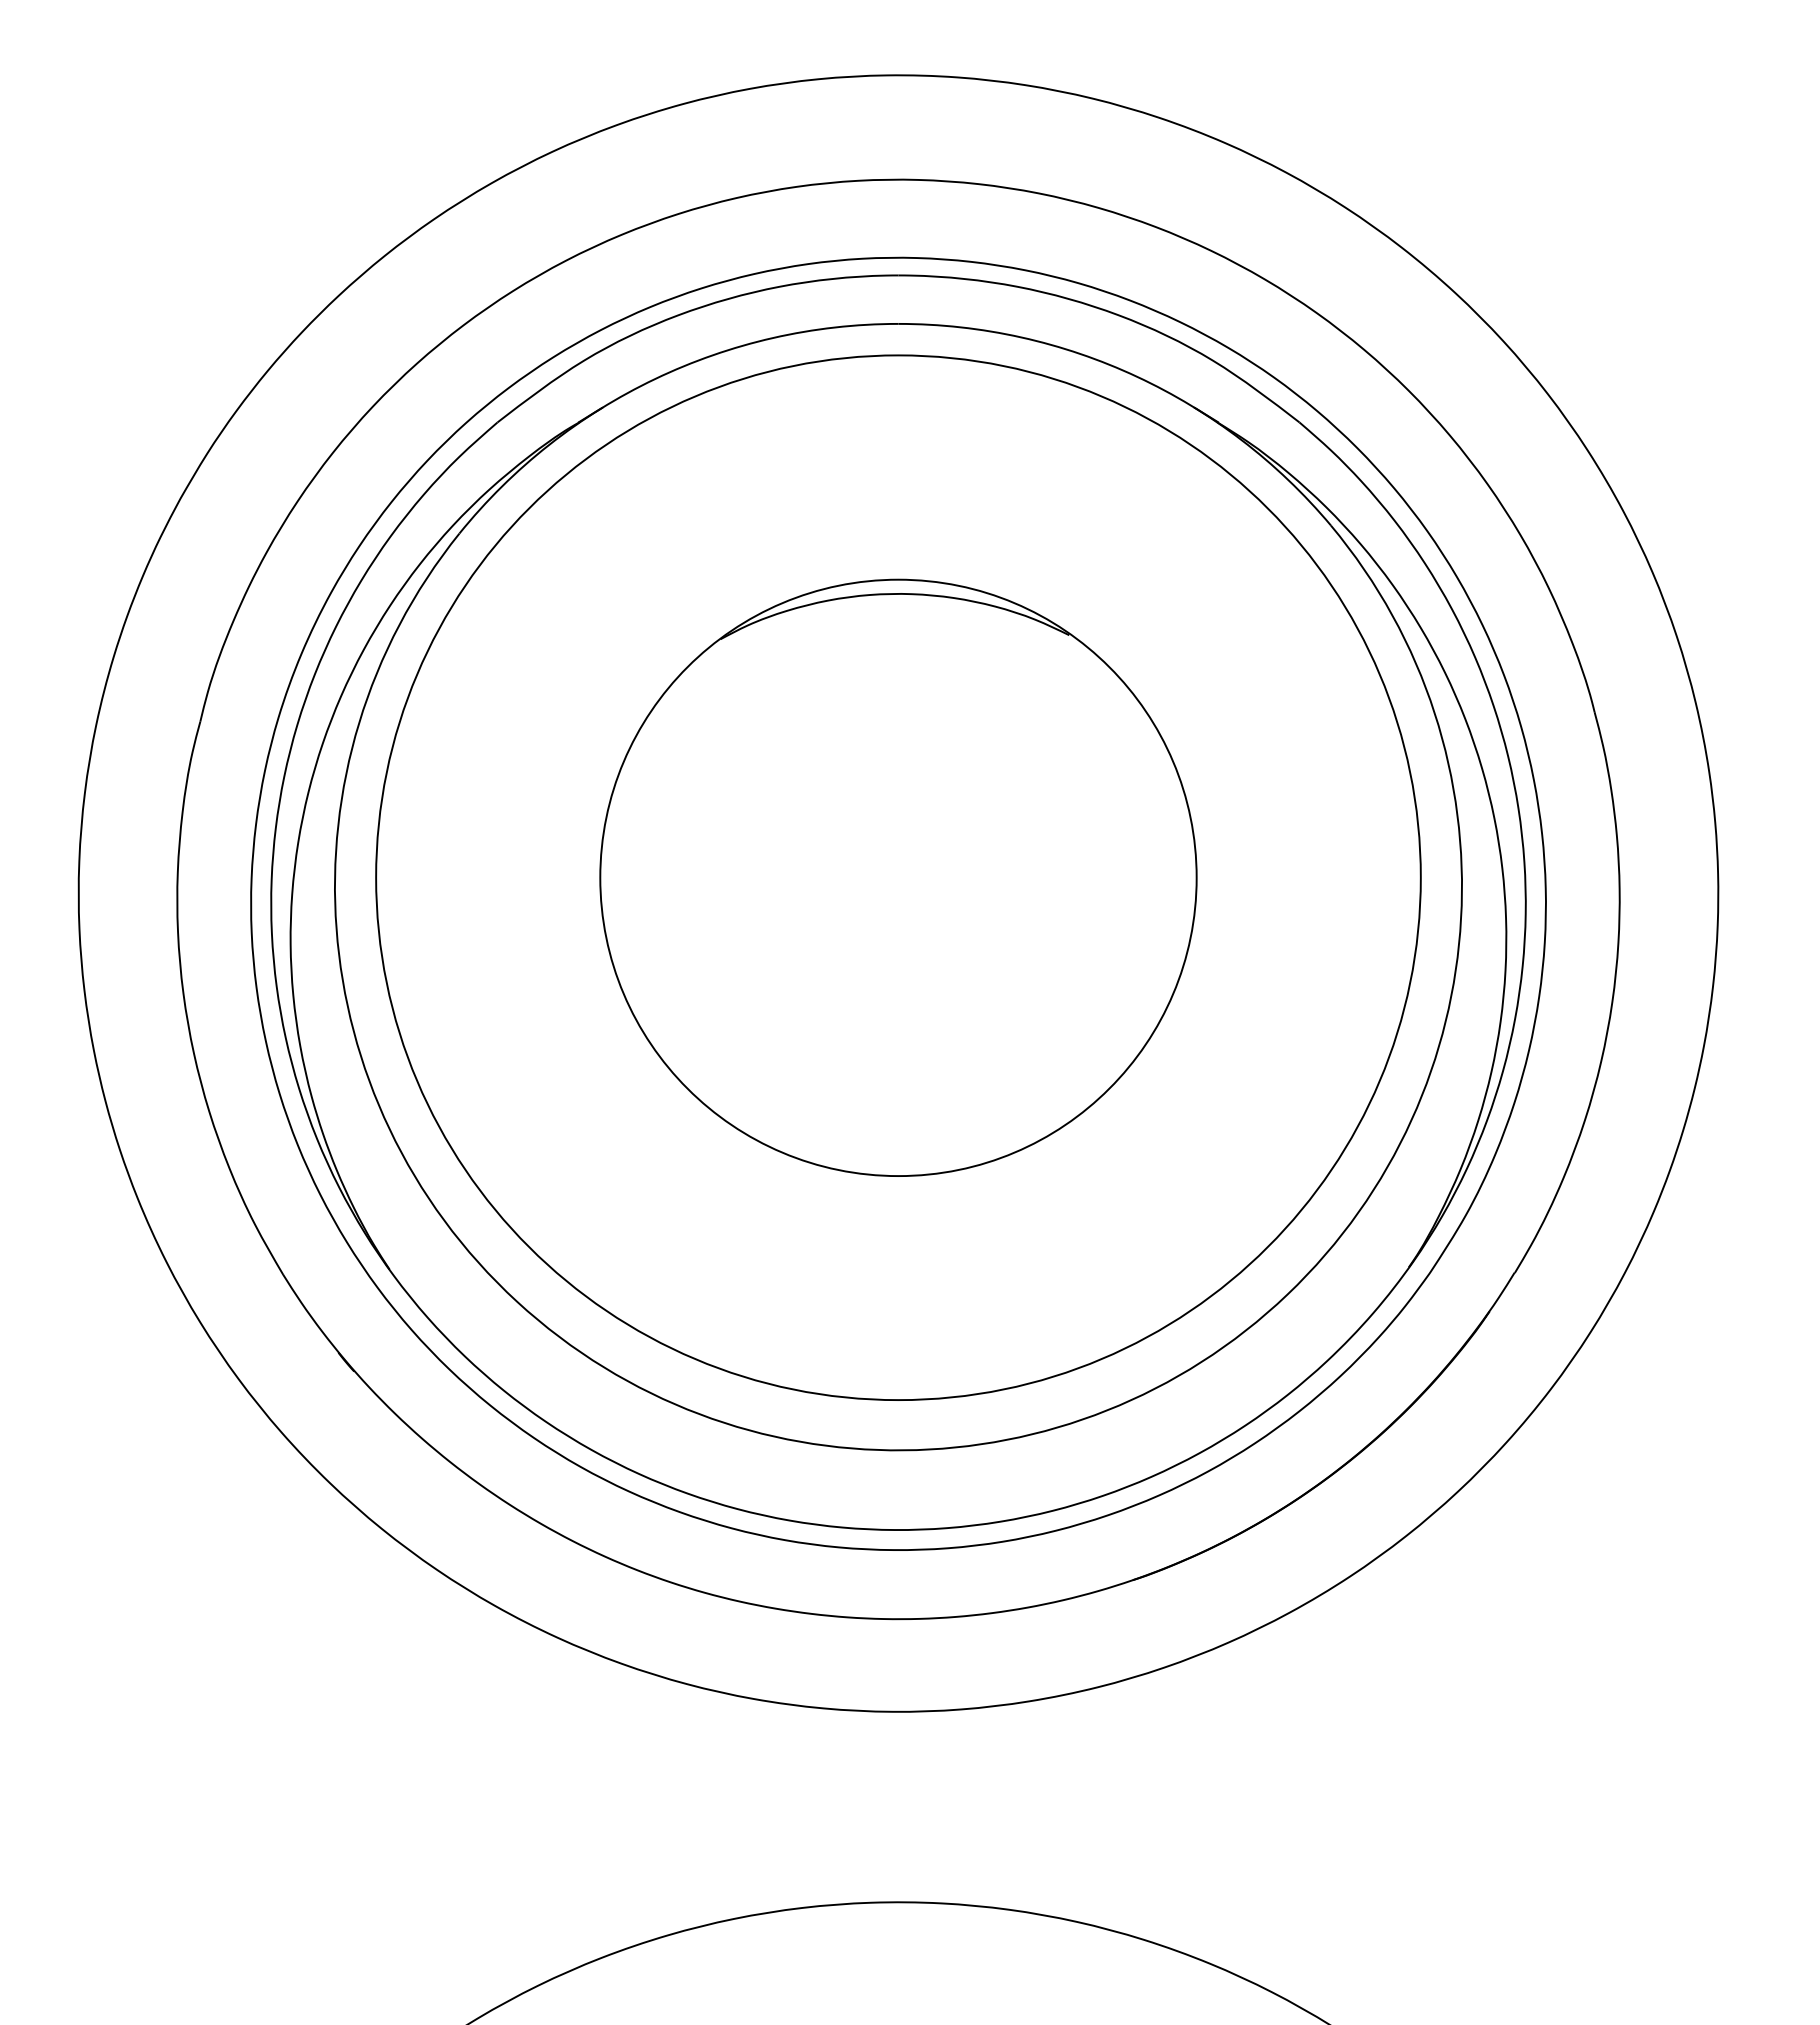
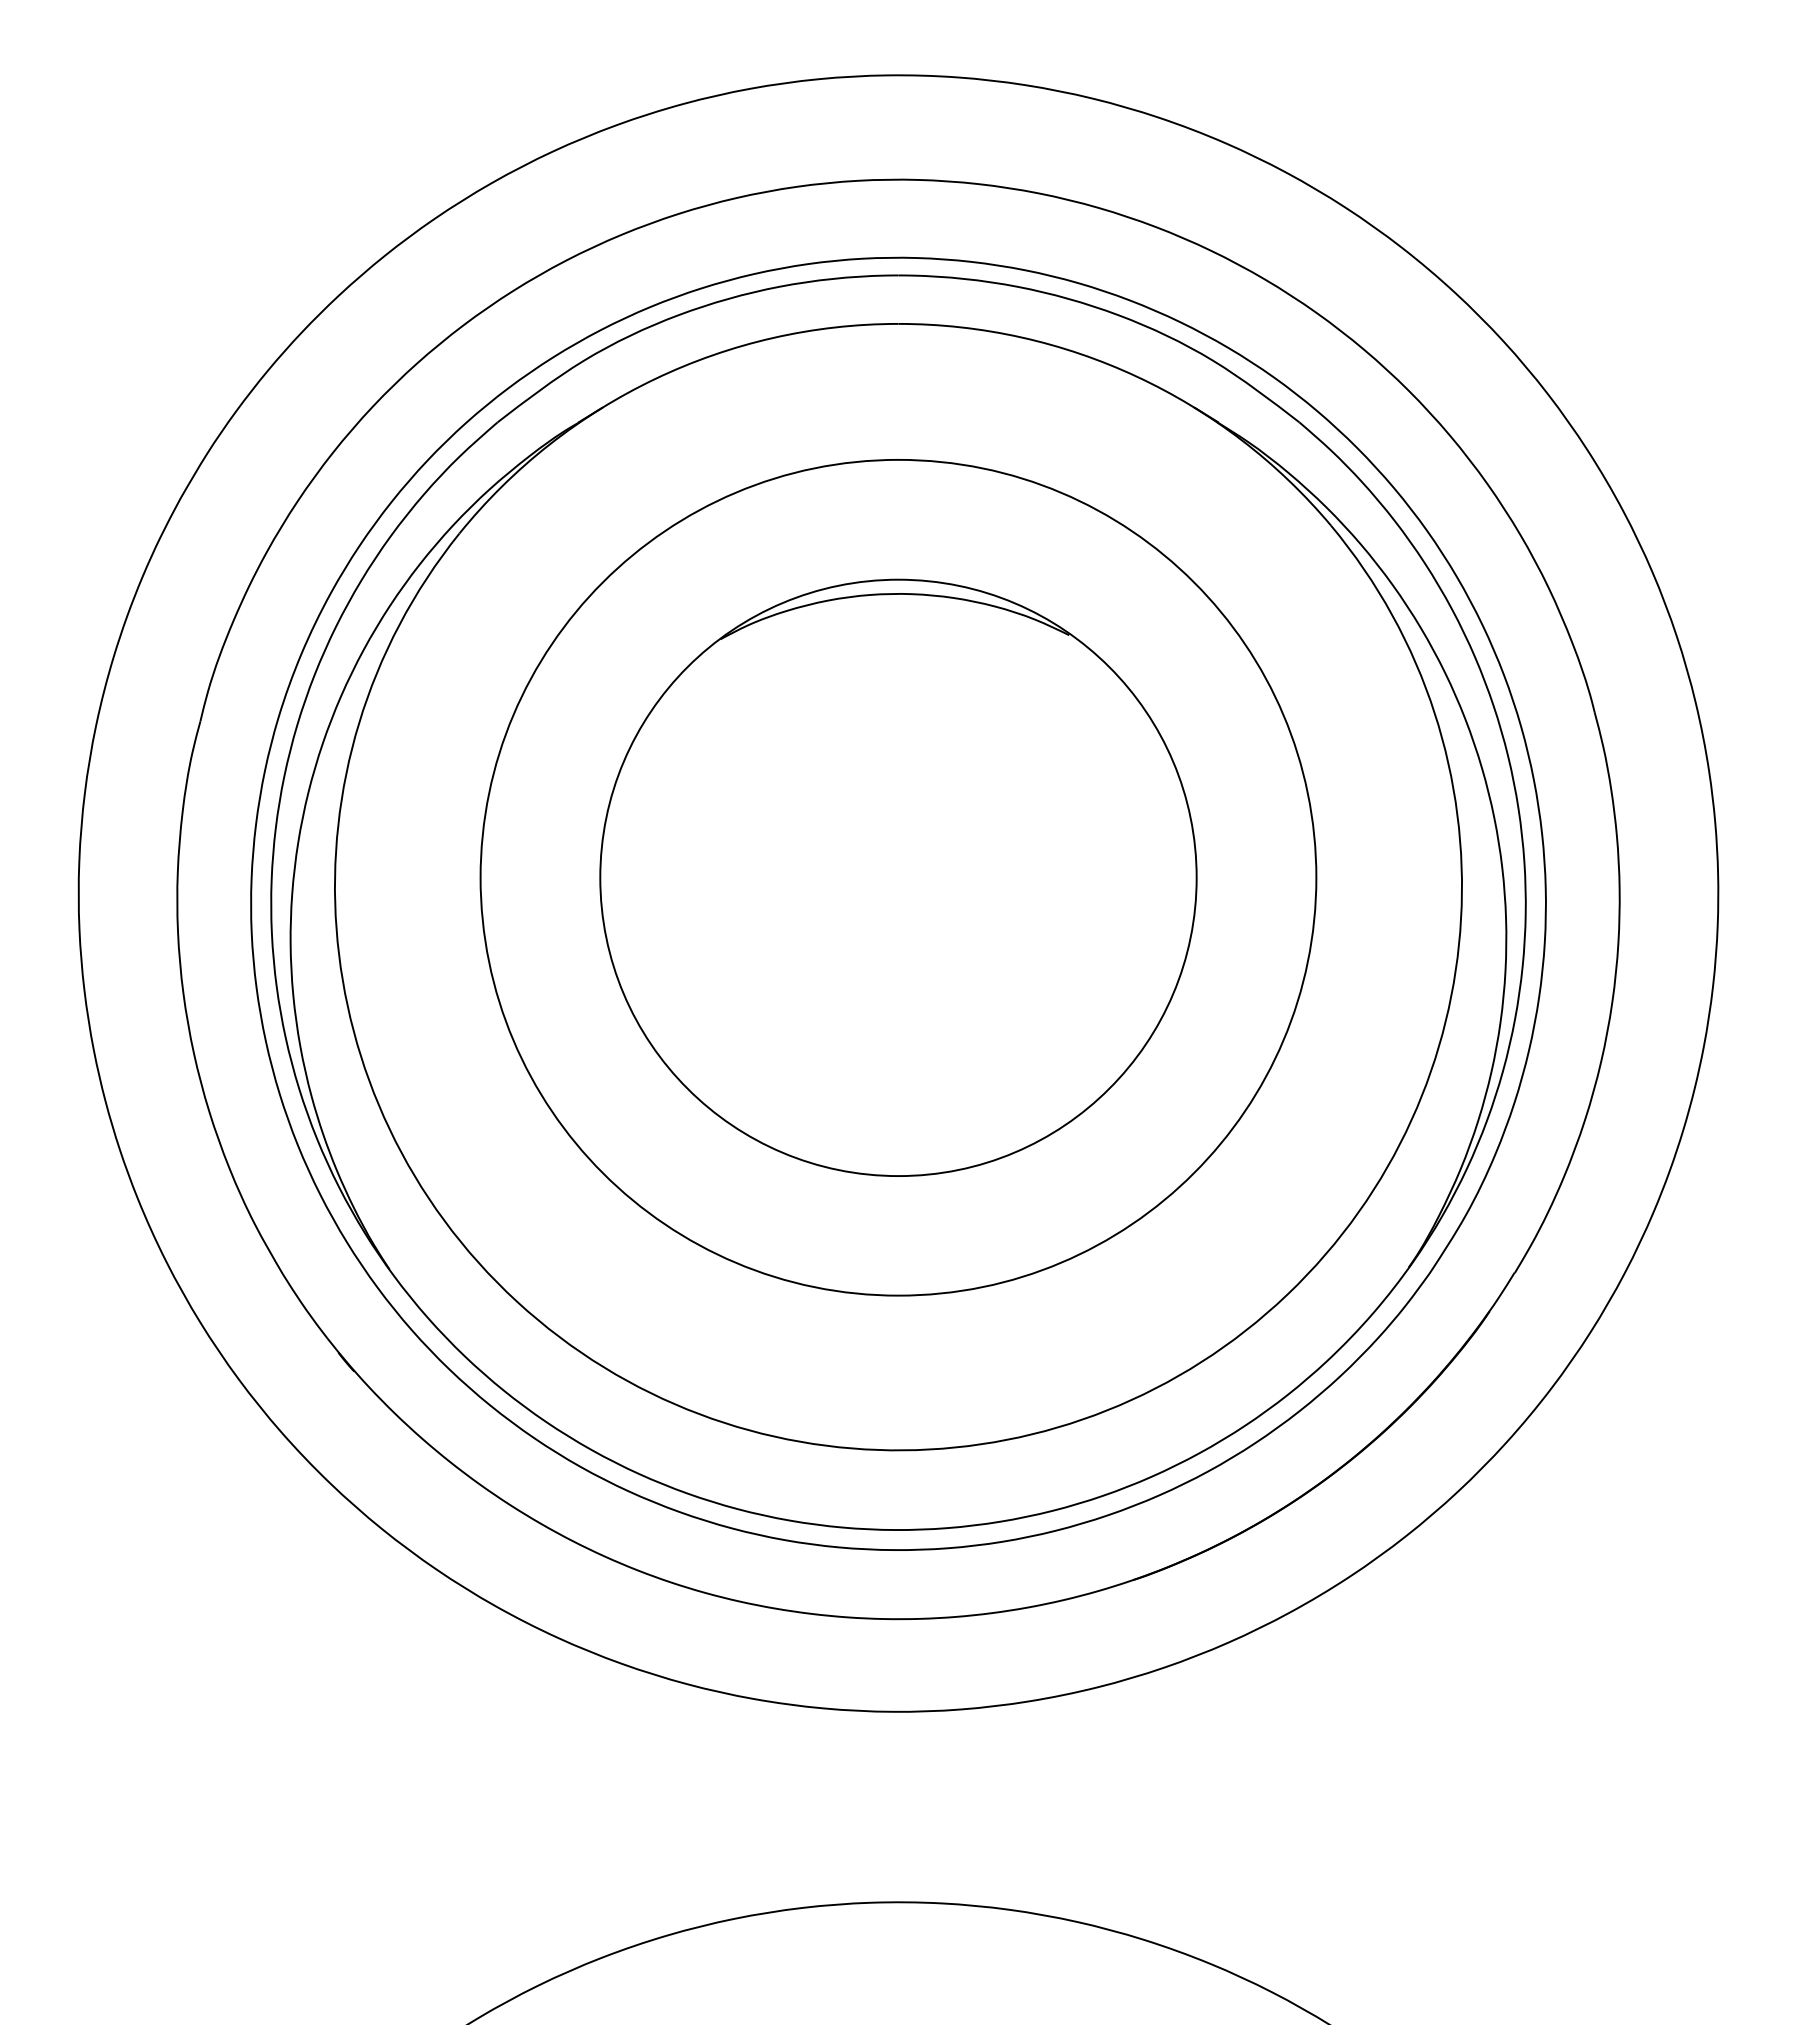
circle at (898, 877) diameter: 1045 px -> 836 px
